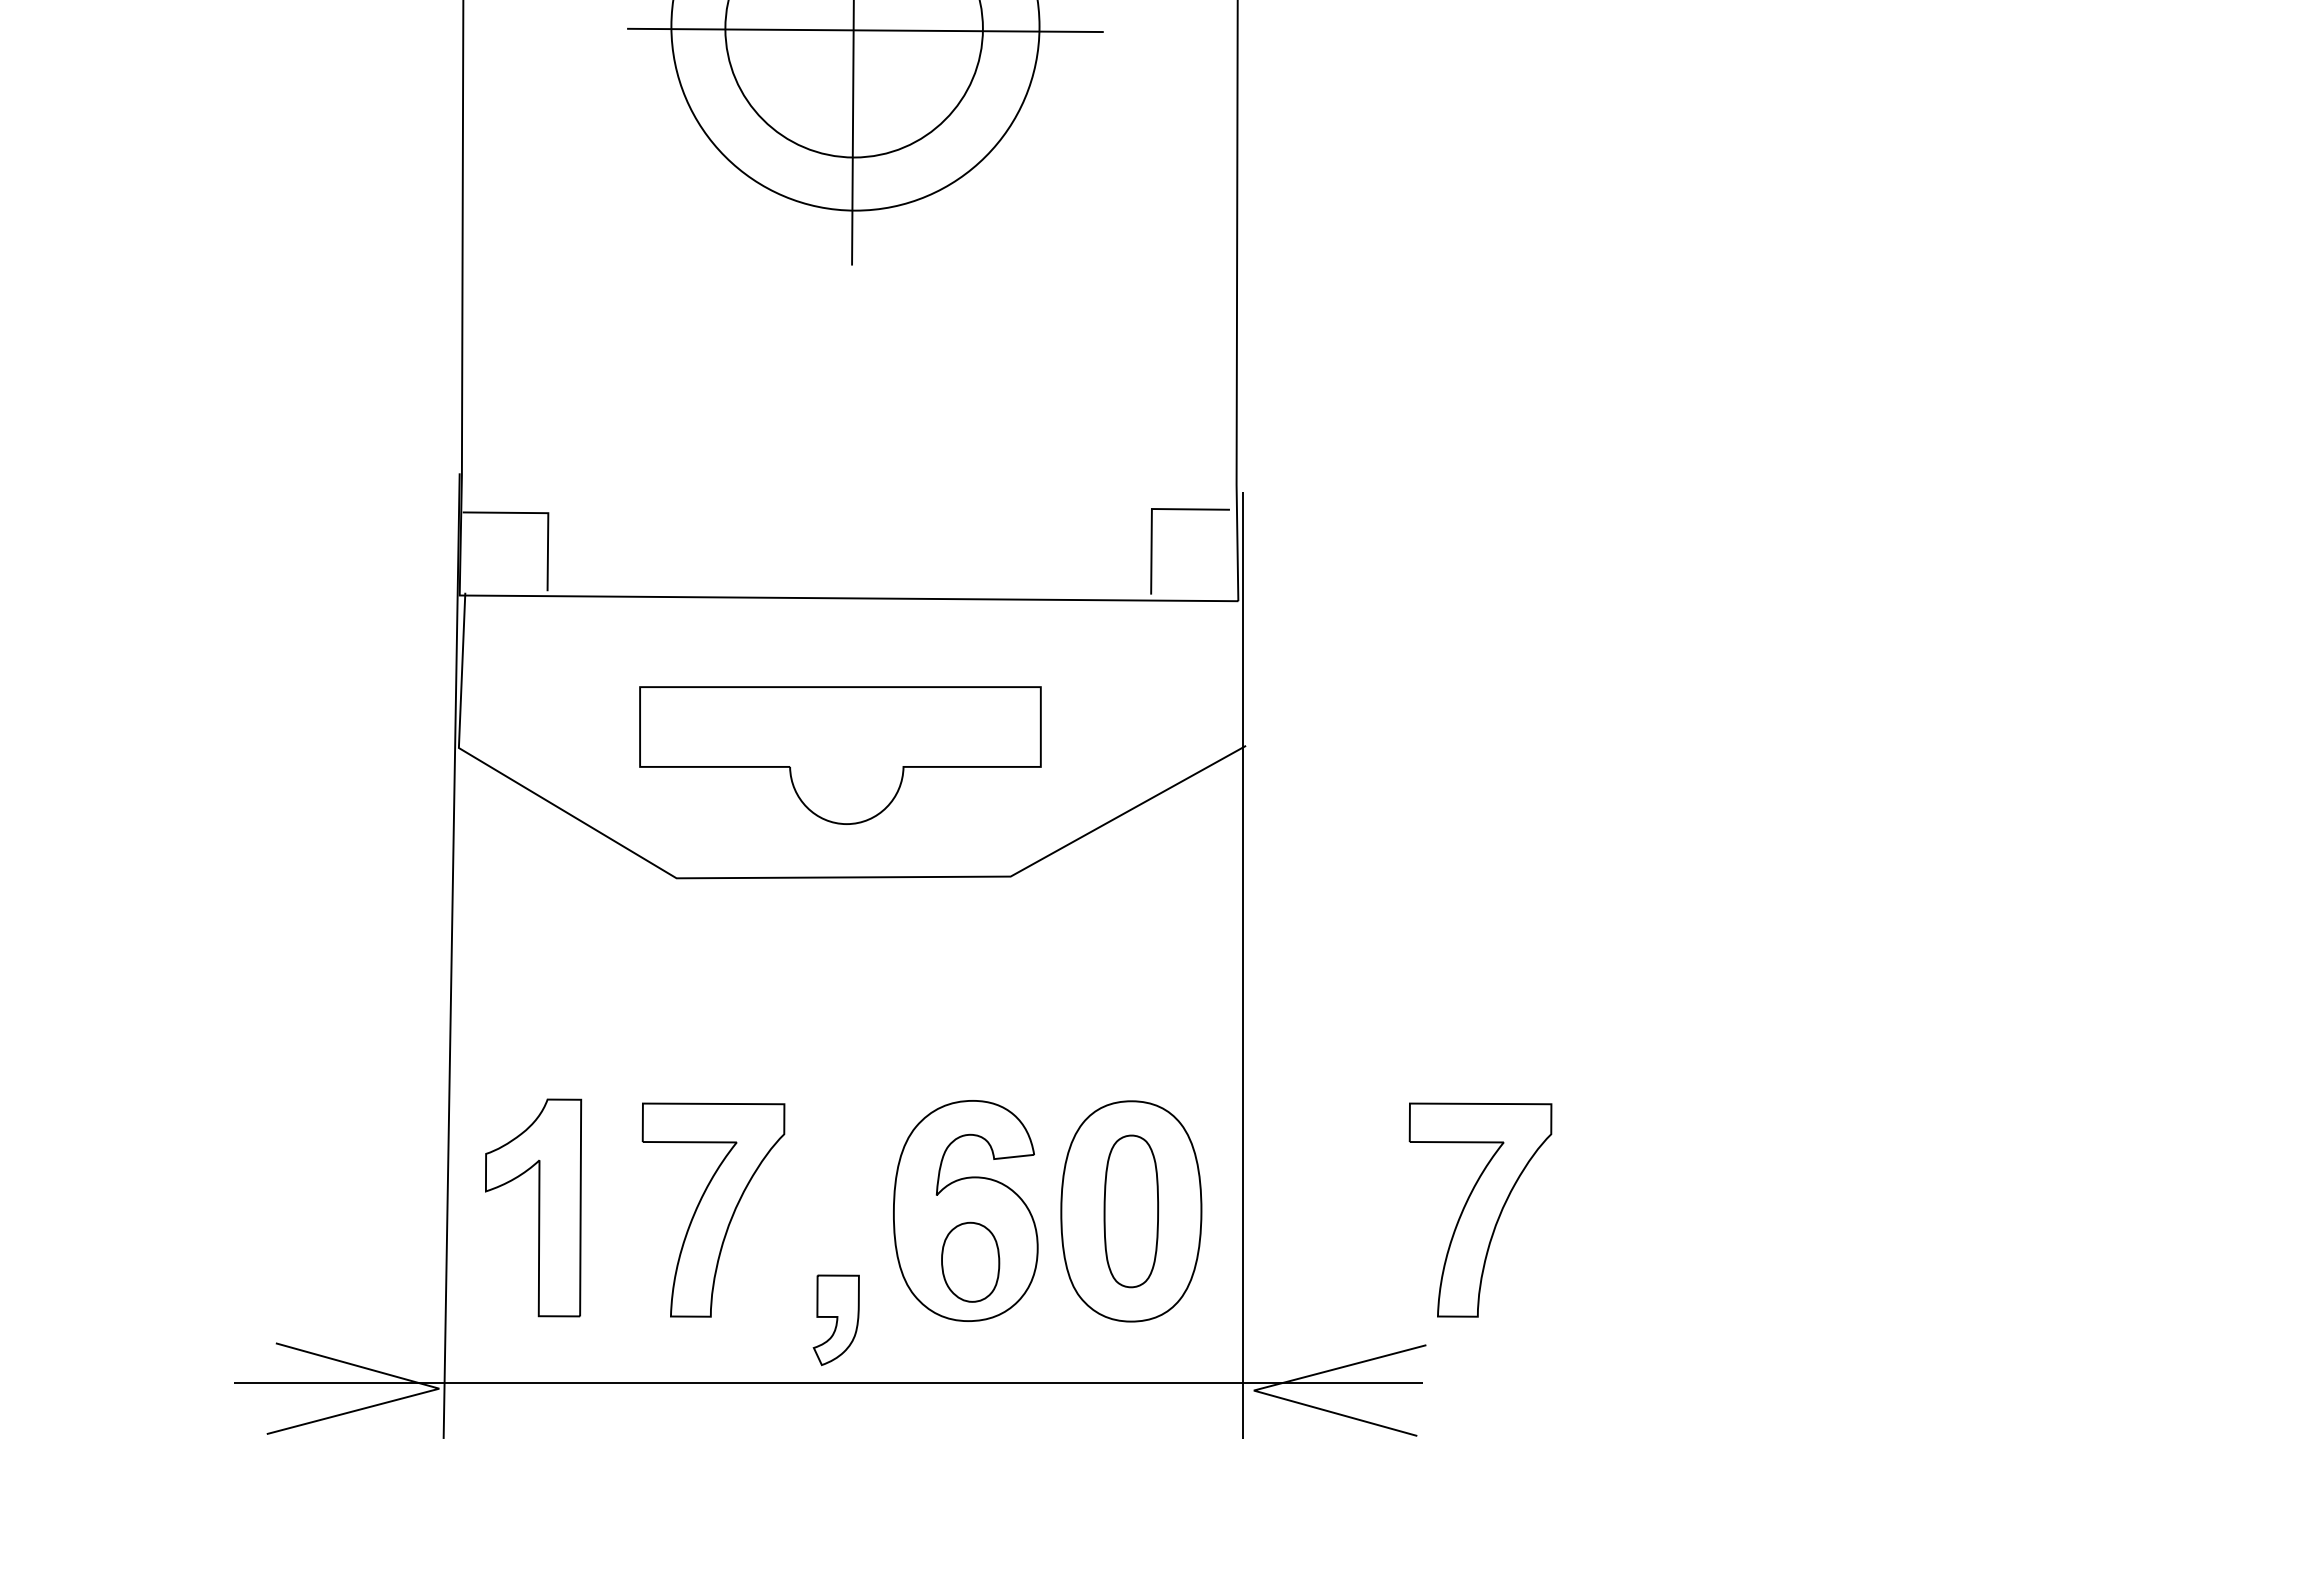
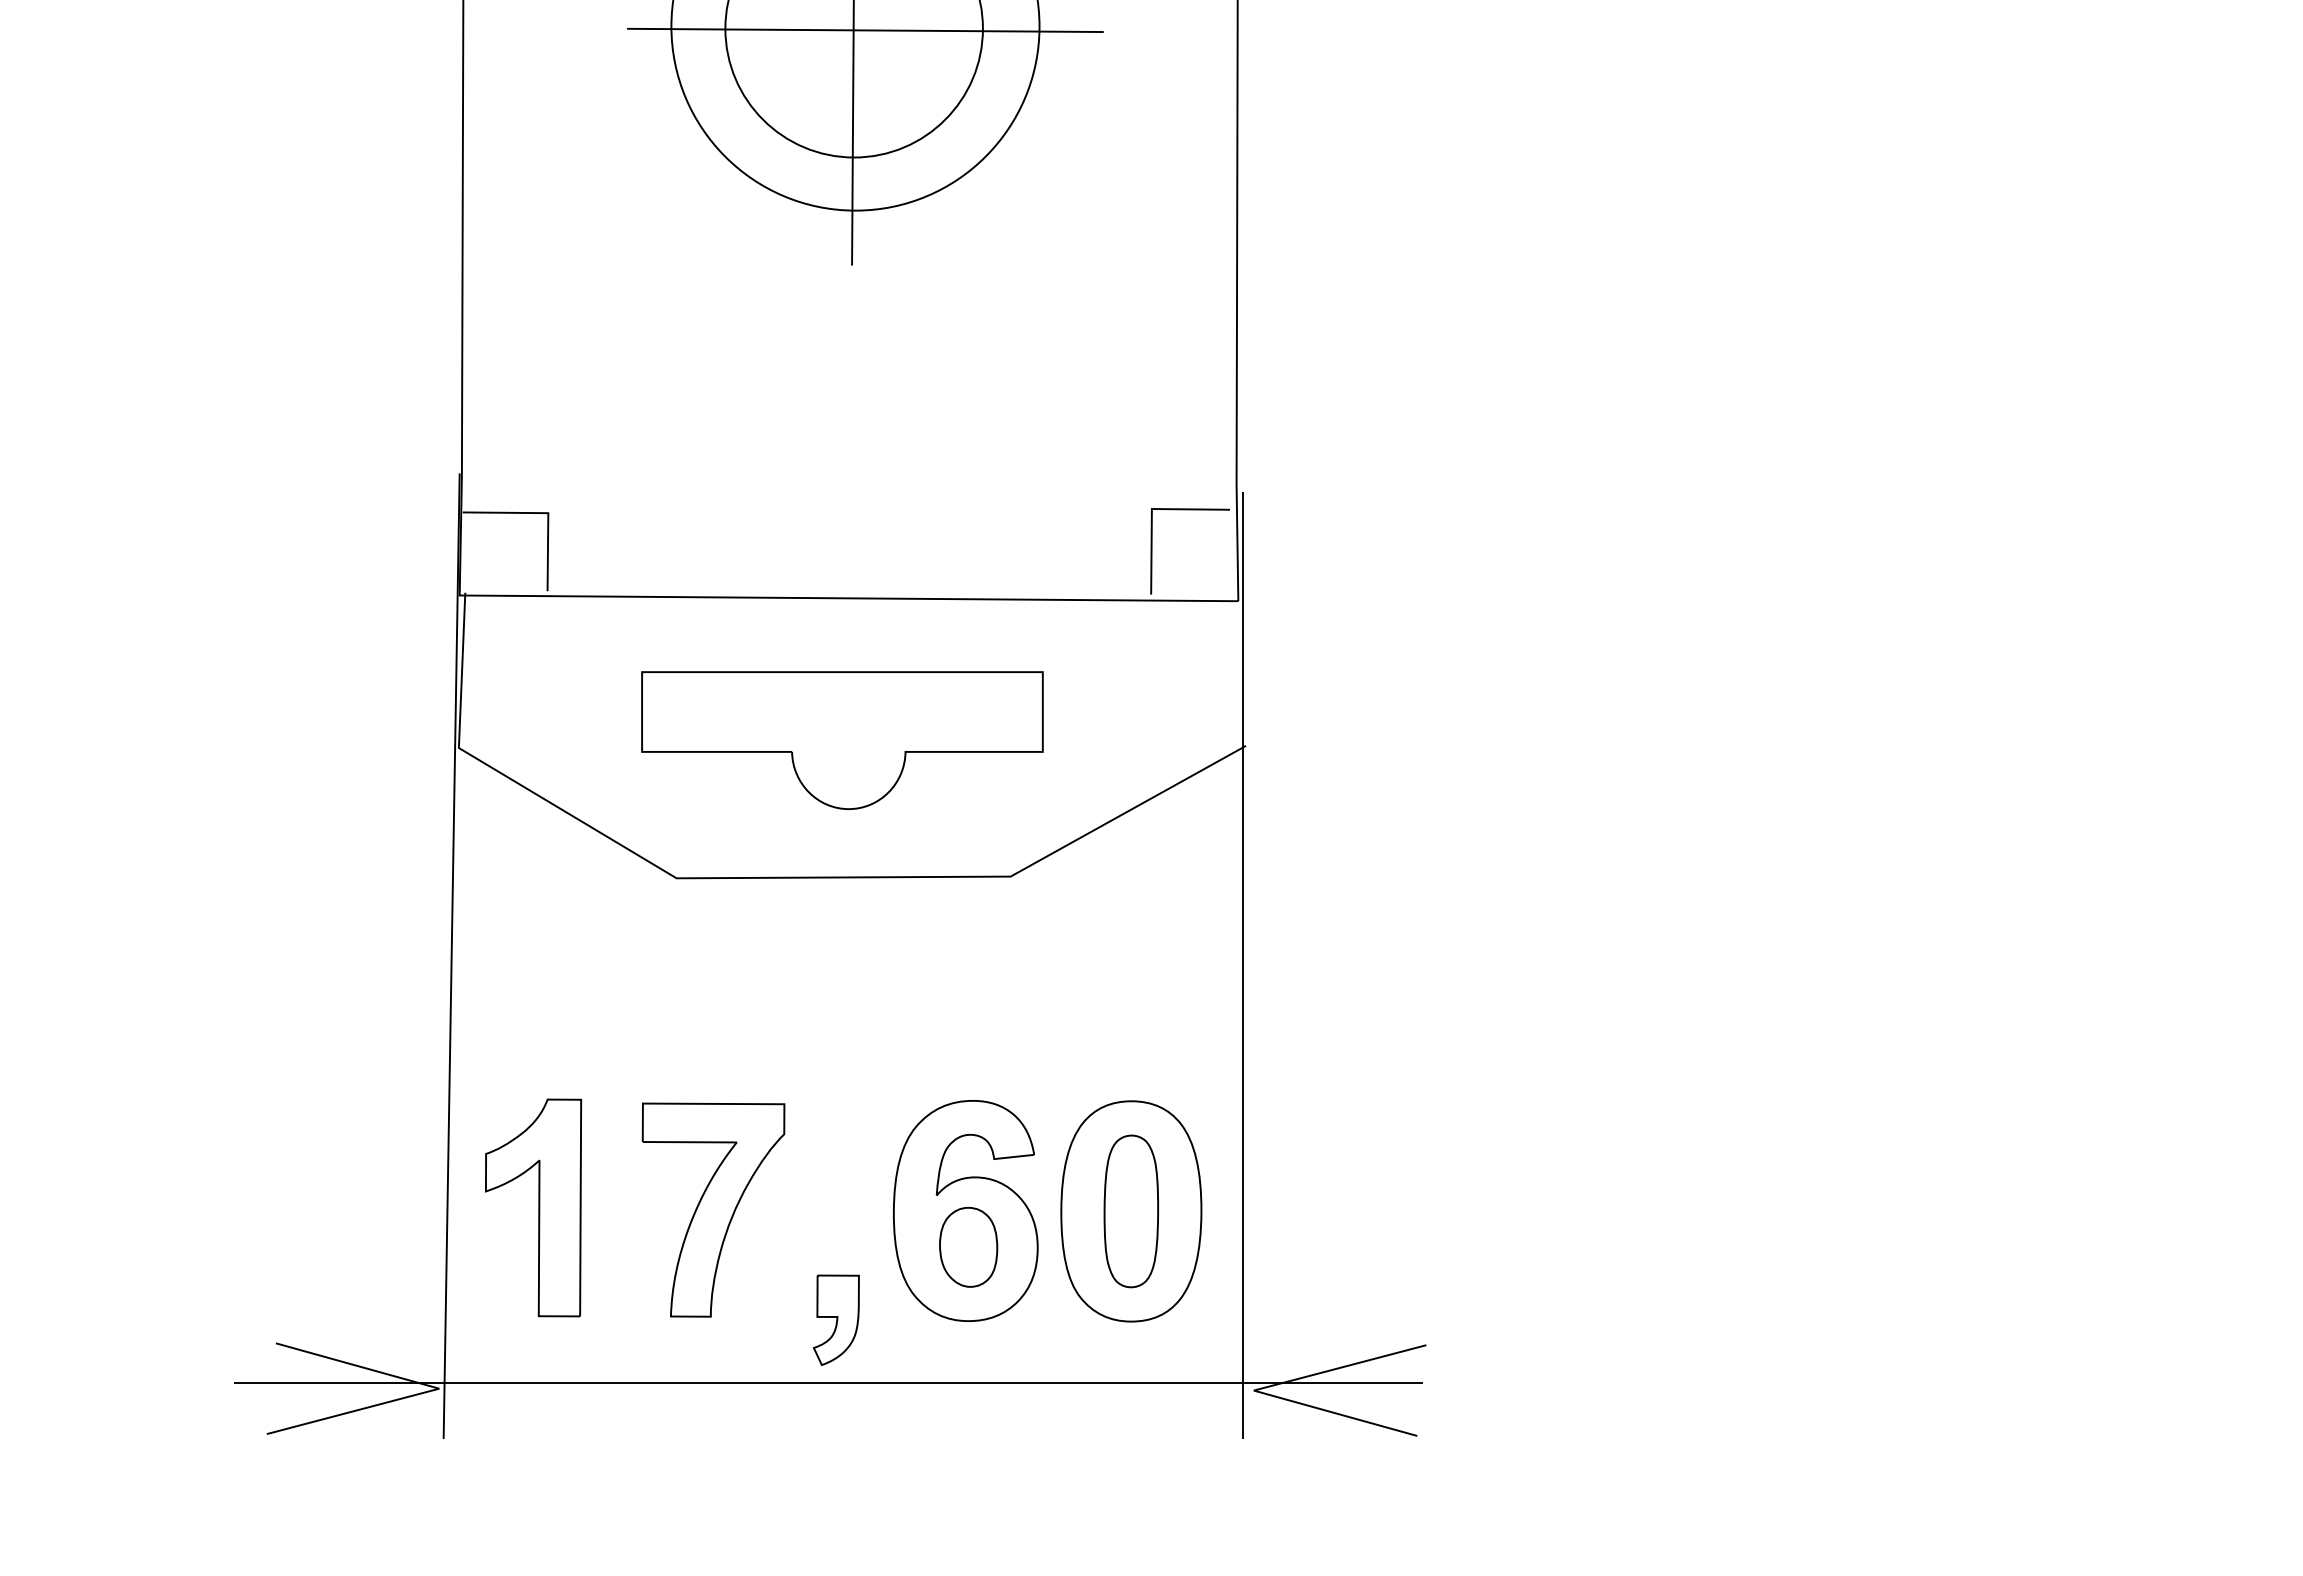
part at (840, 755) position: (840, 755) -> (842, 740)
part at (1480, 1209): present -> none
part at (970, 1261) position: (970, 1261) -> (968, 1246)
